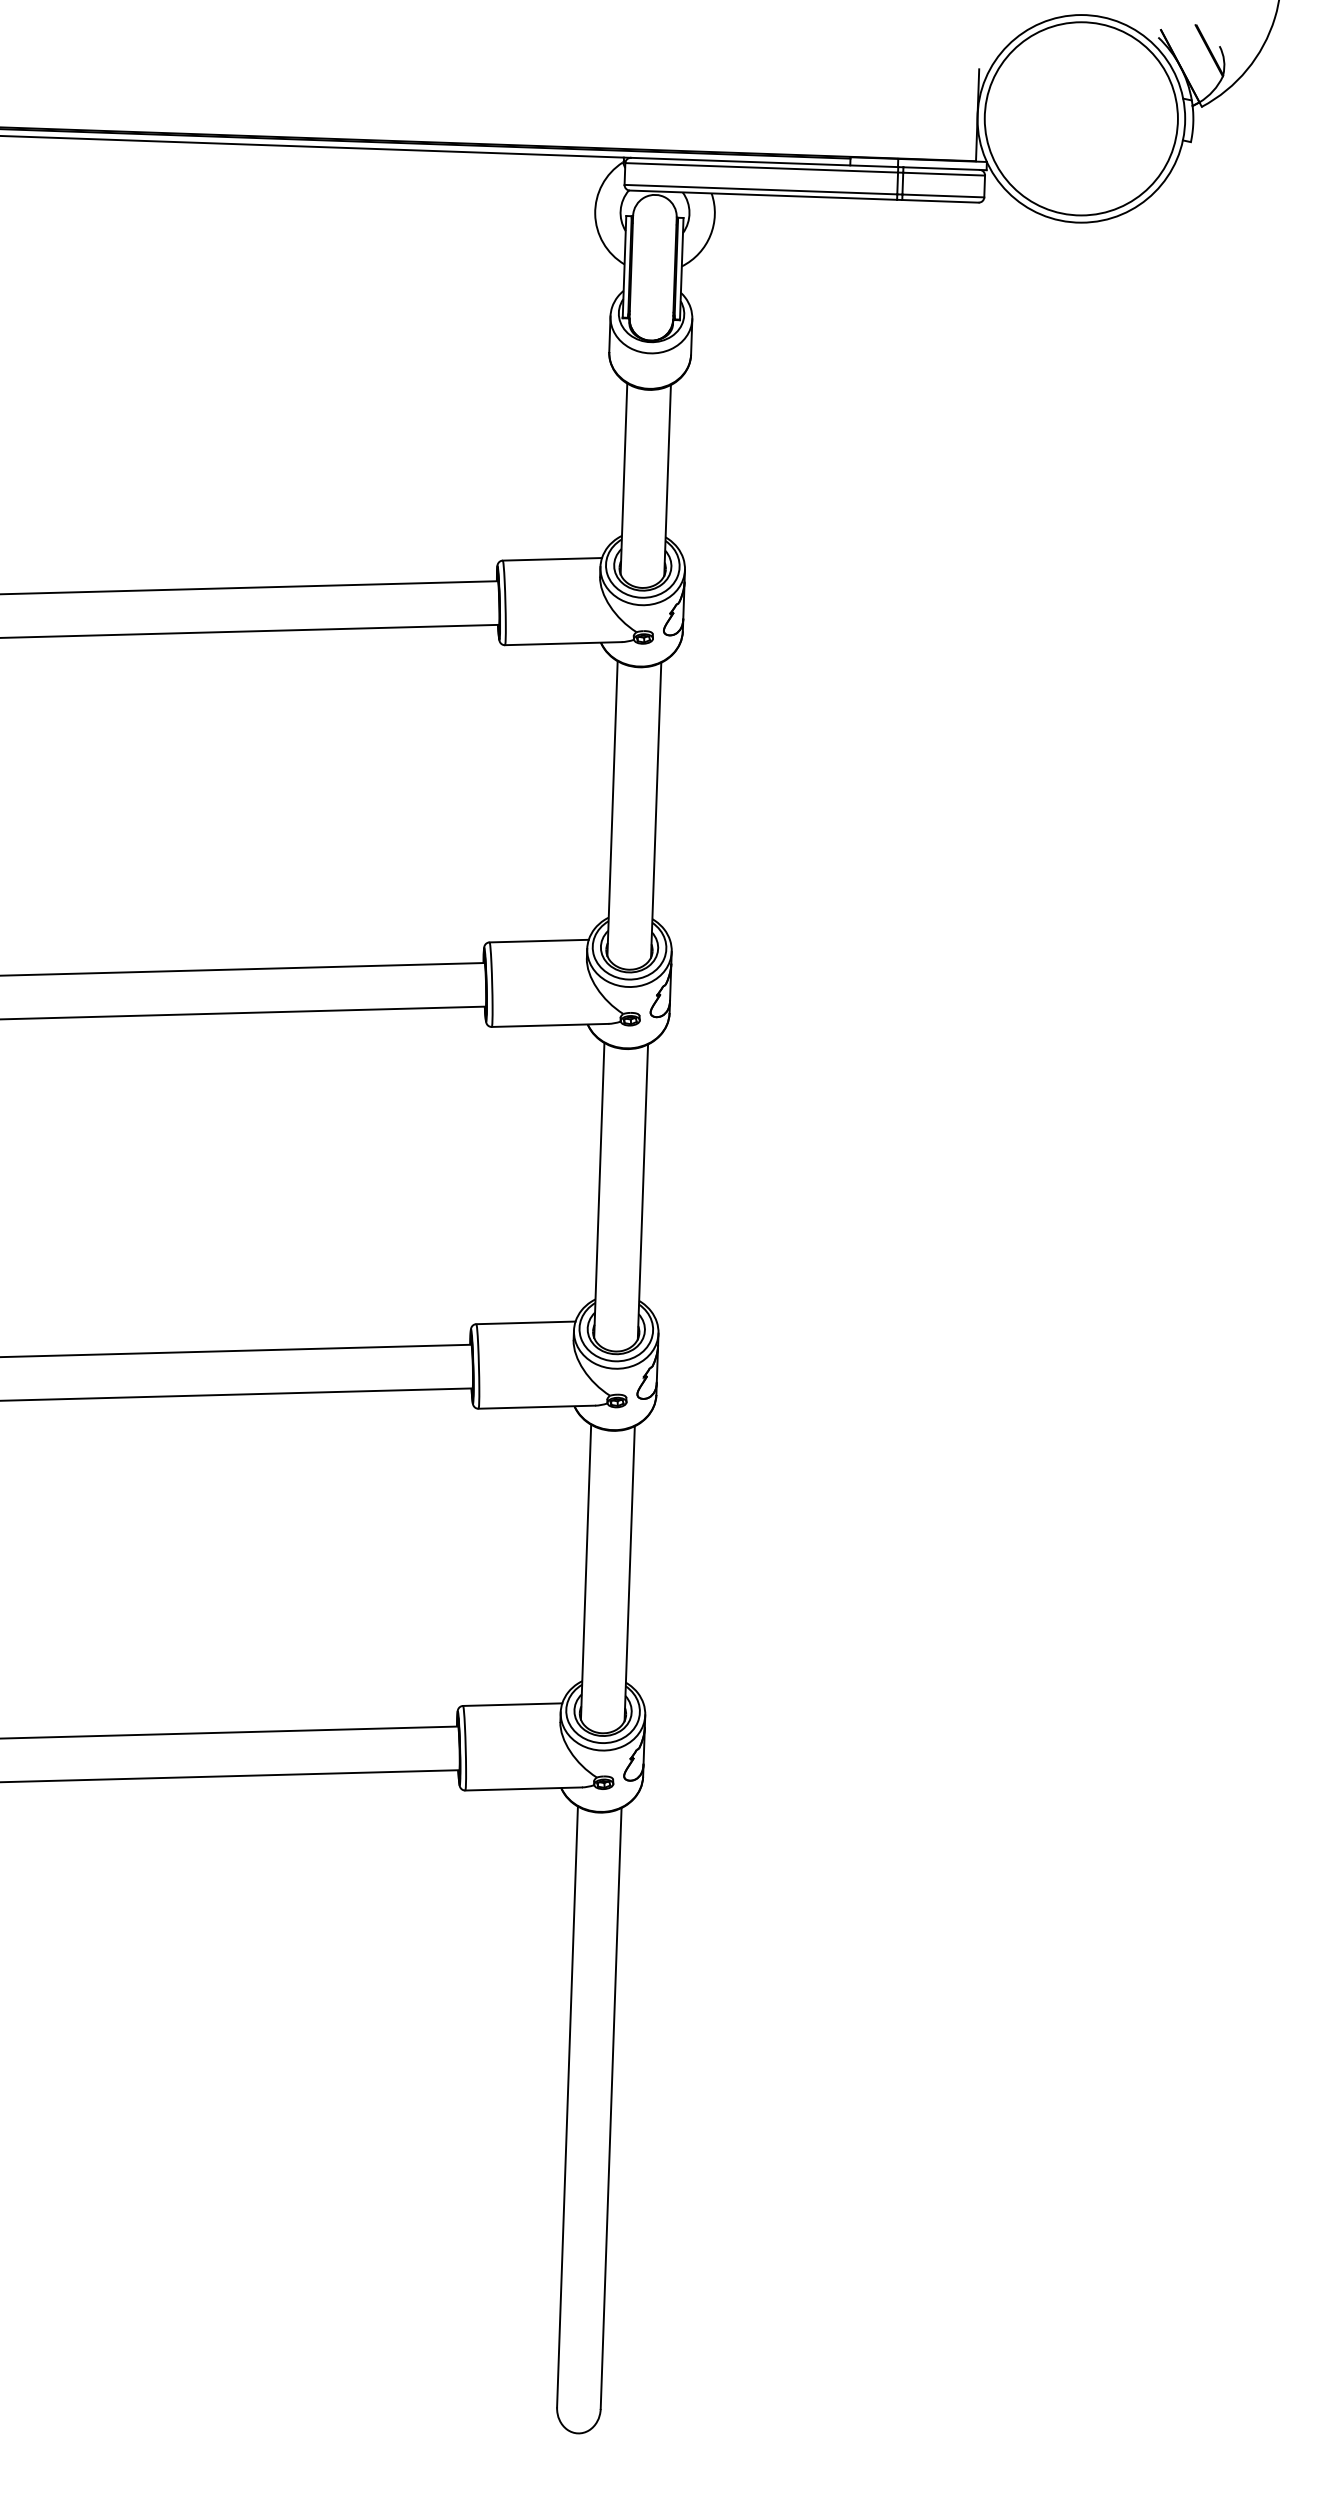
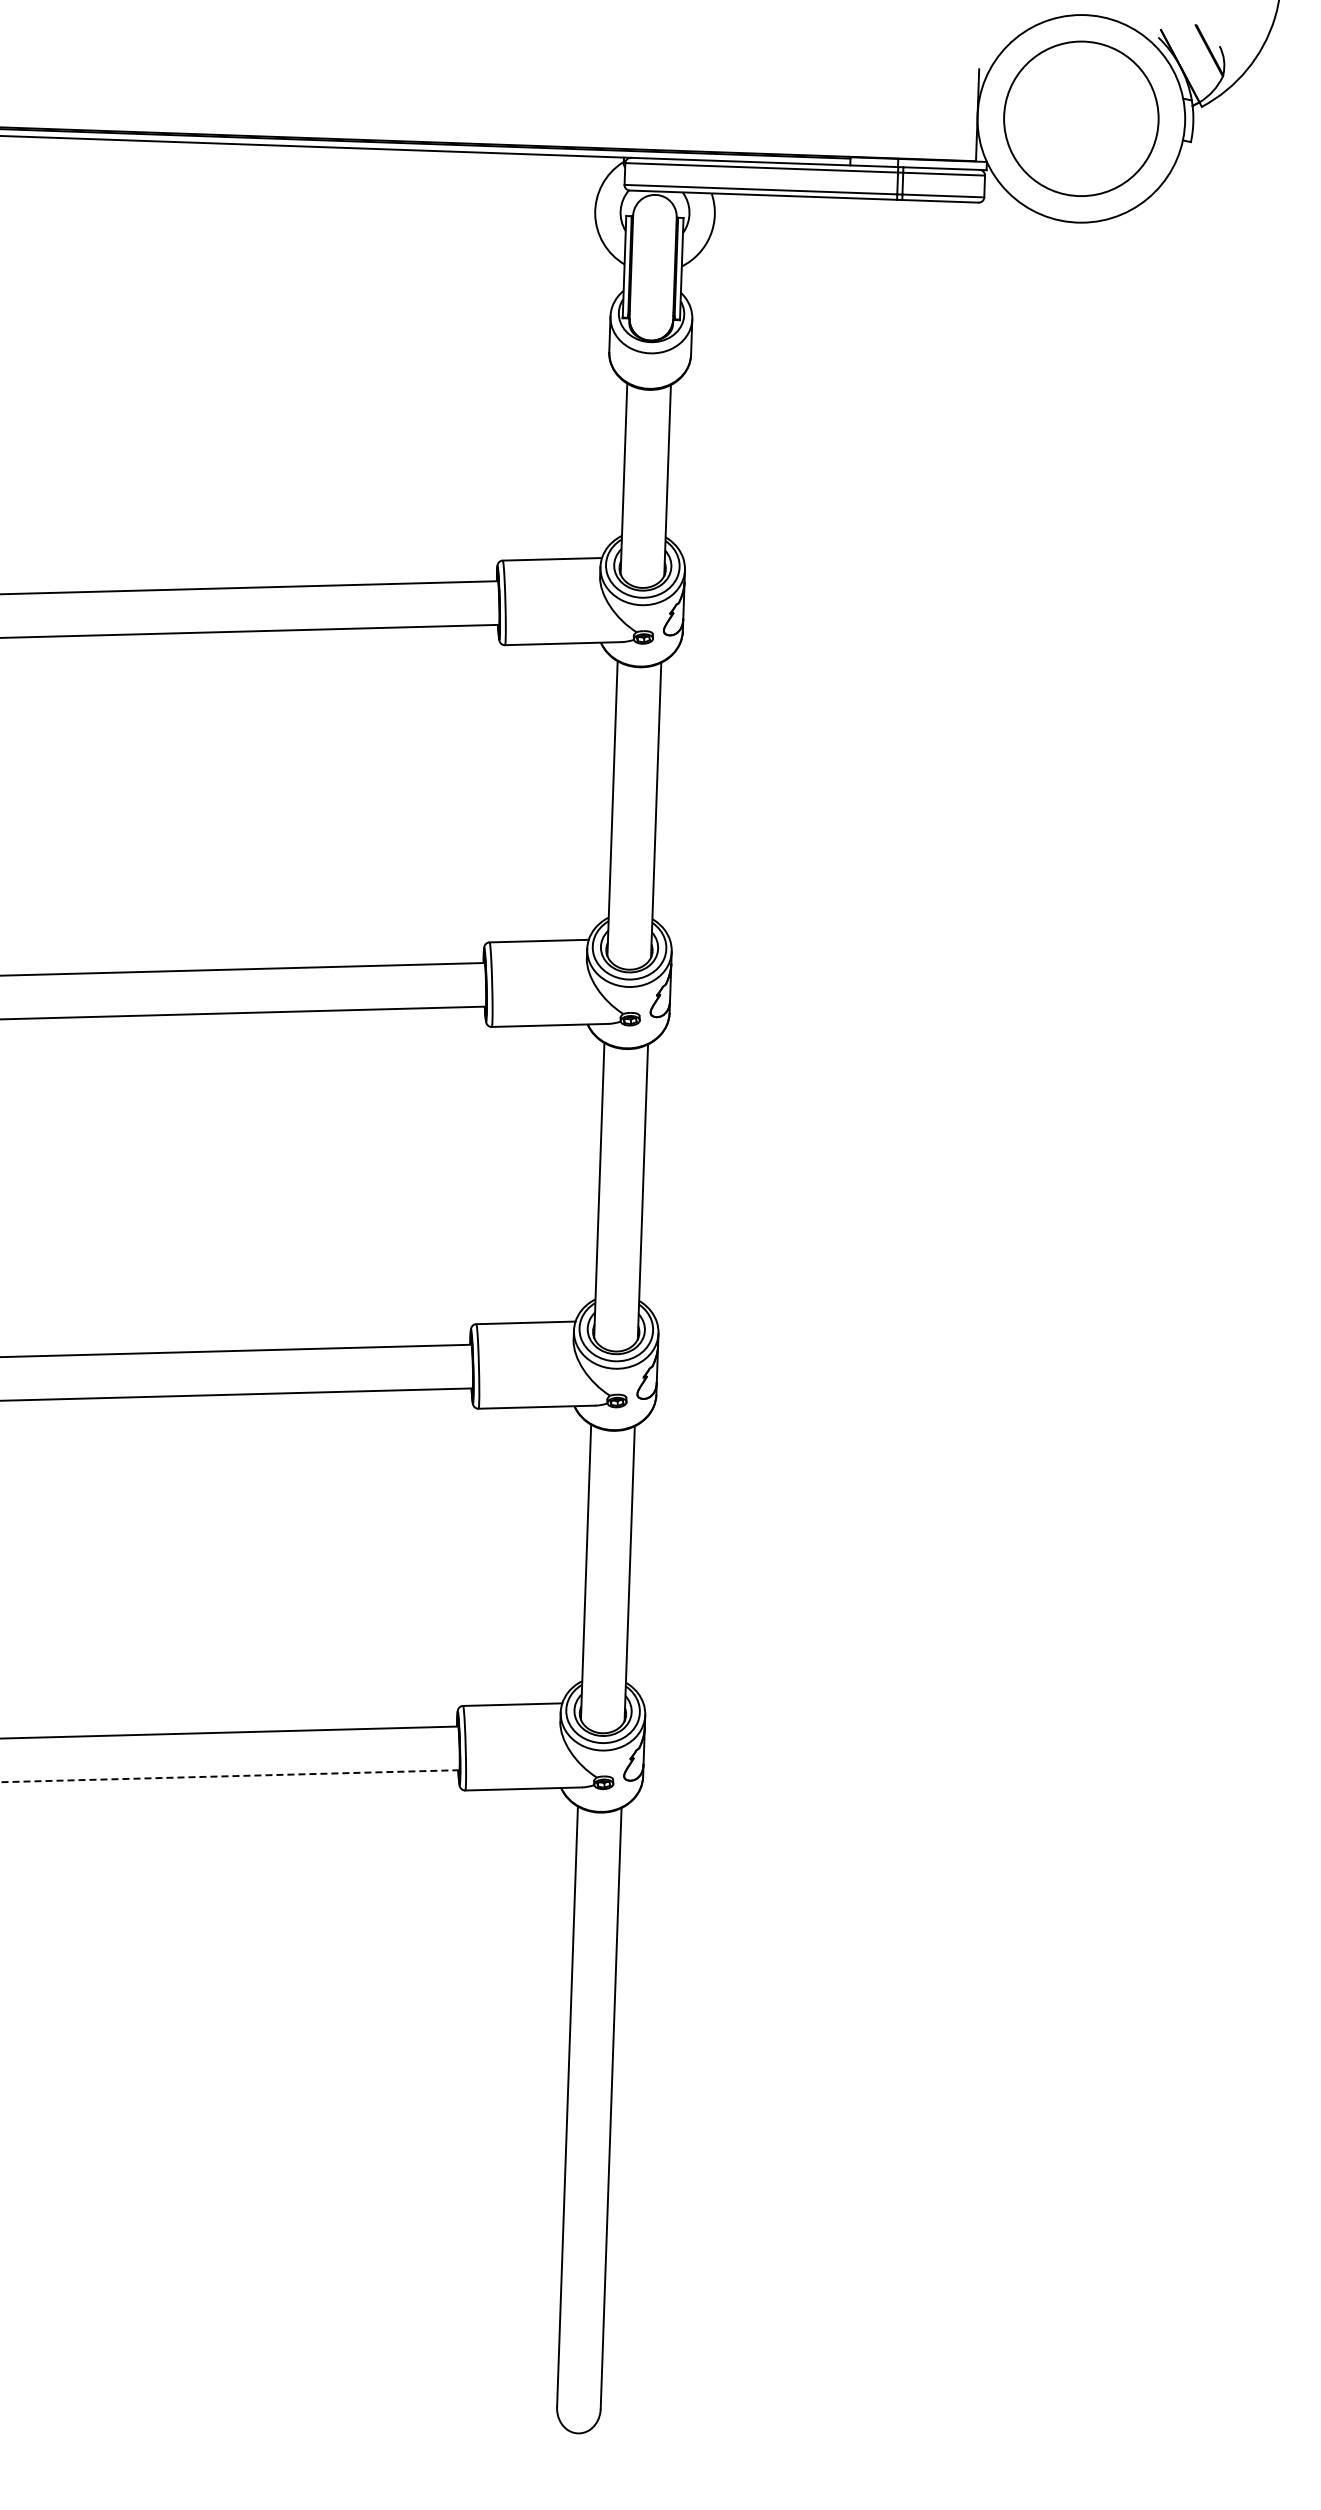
circle at (1080, 118) diameter: 193 px -> 155 px
line at (229, 1776): solid -> dashed
